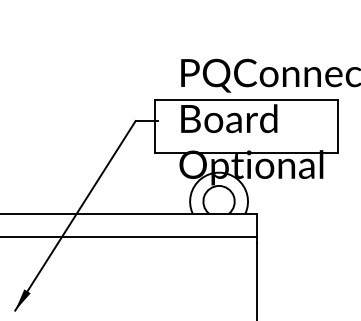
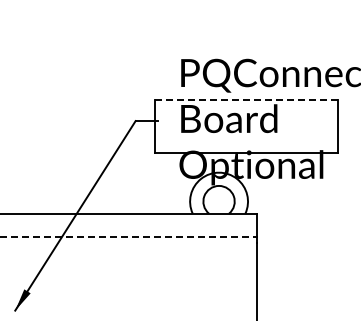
line at (246, 100): solid -> dashed
line at (128, 236): solid -> dashed
